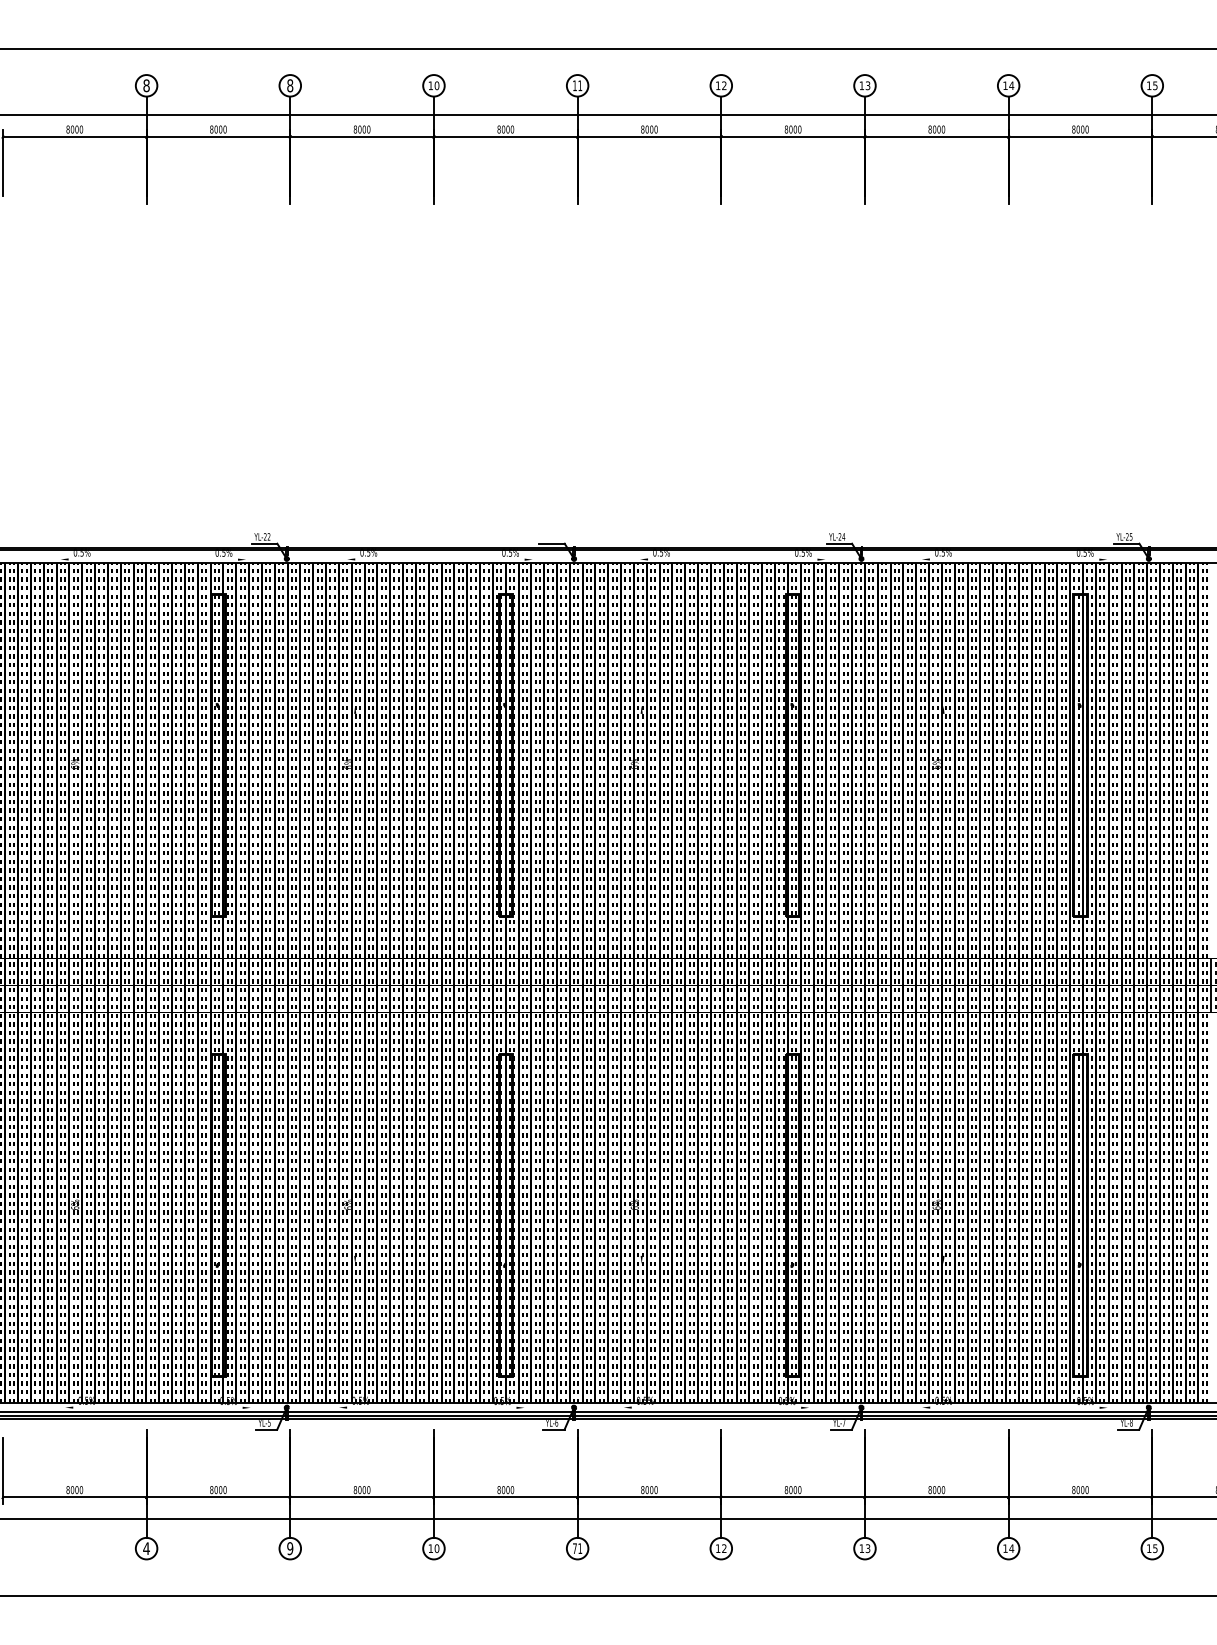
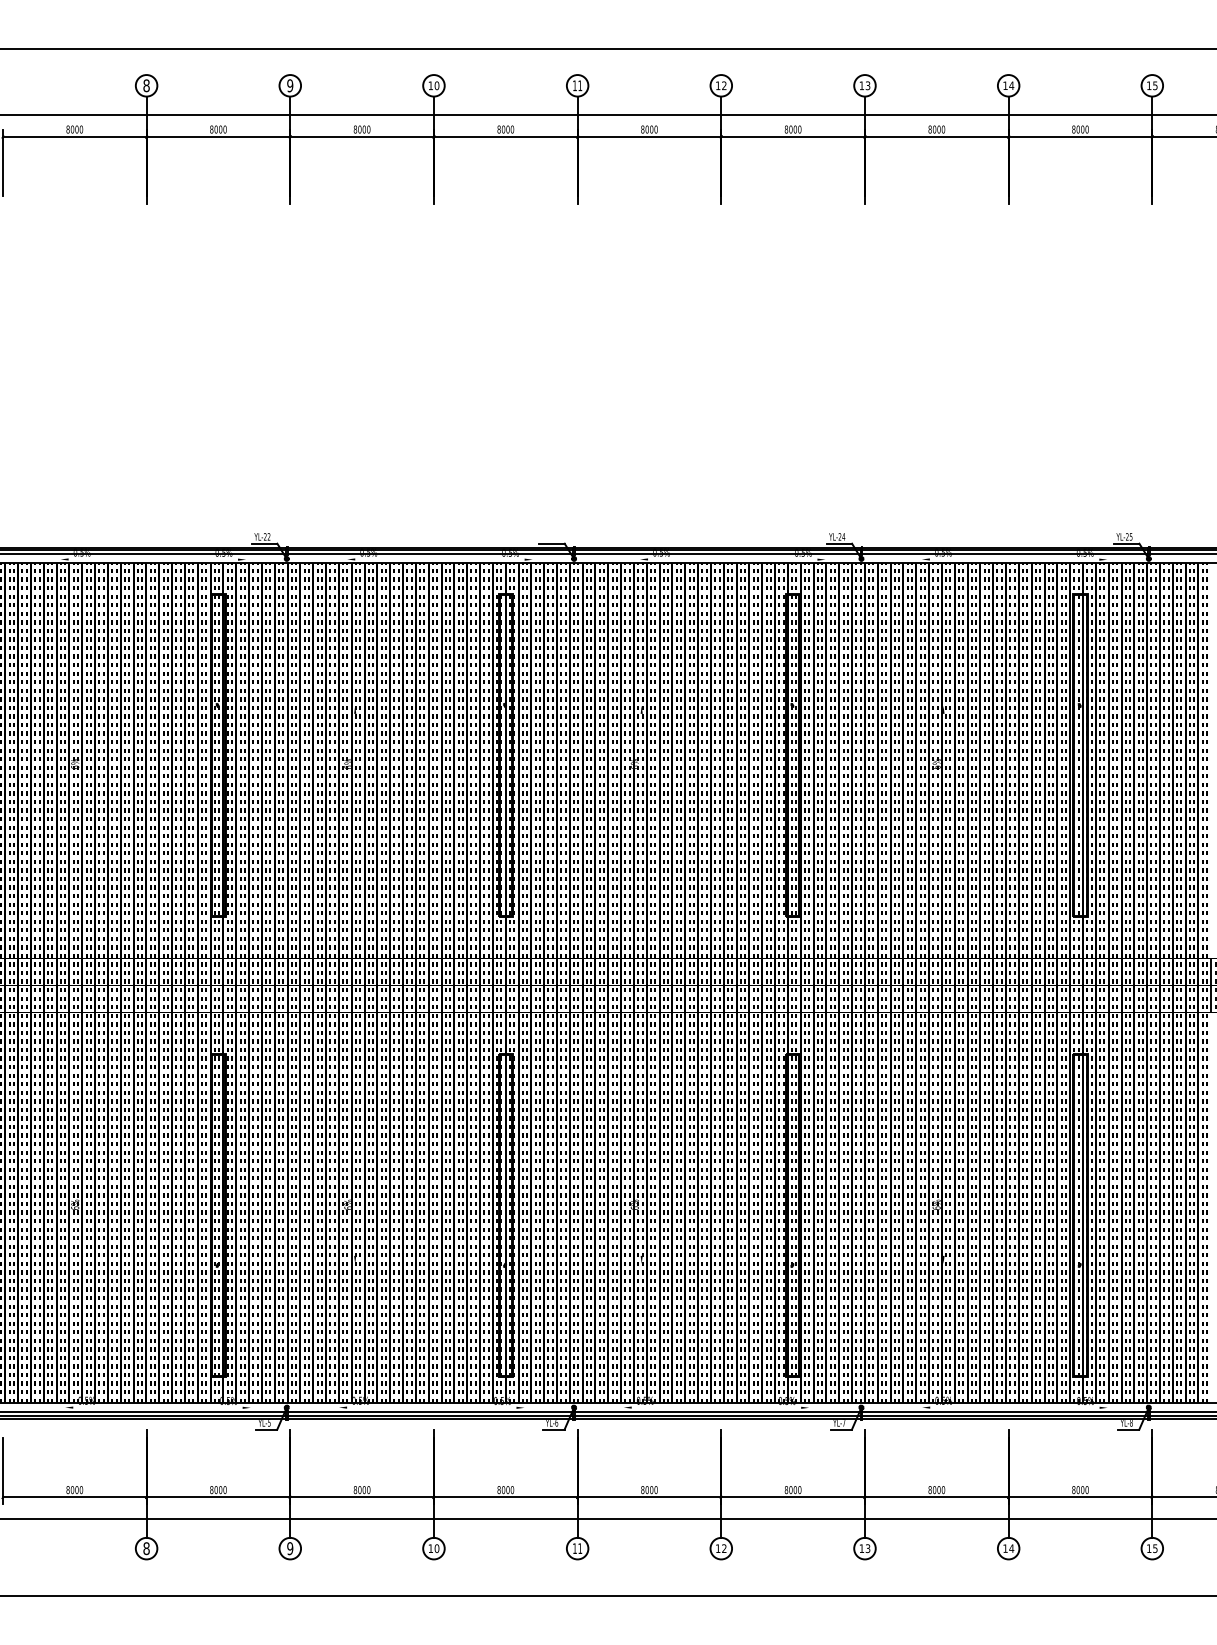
text at (290, 85): 8 -> 9
line at (607, 554): none -> present
text at (146, 1548): 4 -> 8
text at (574, 1548): 71 -> 11
